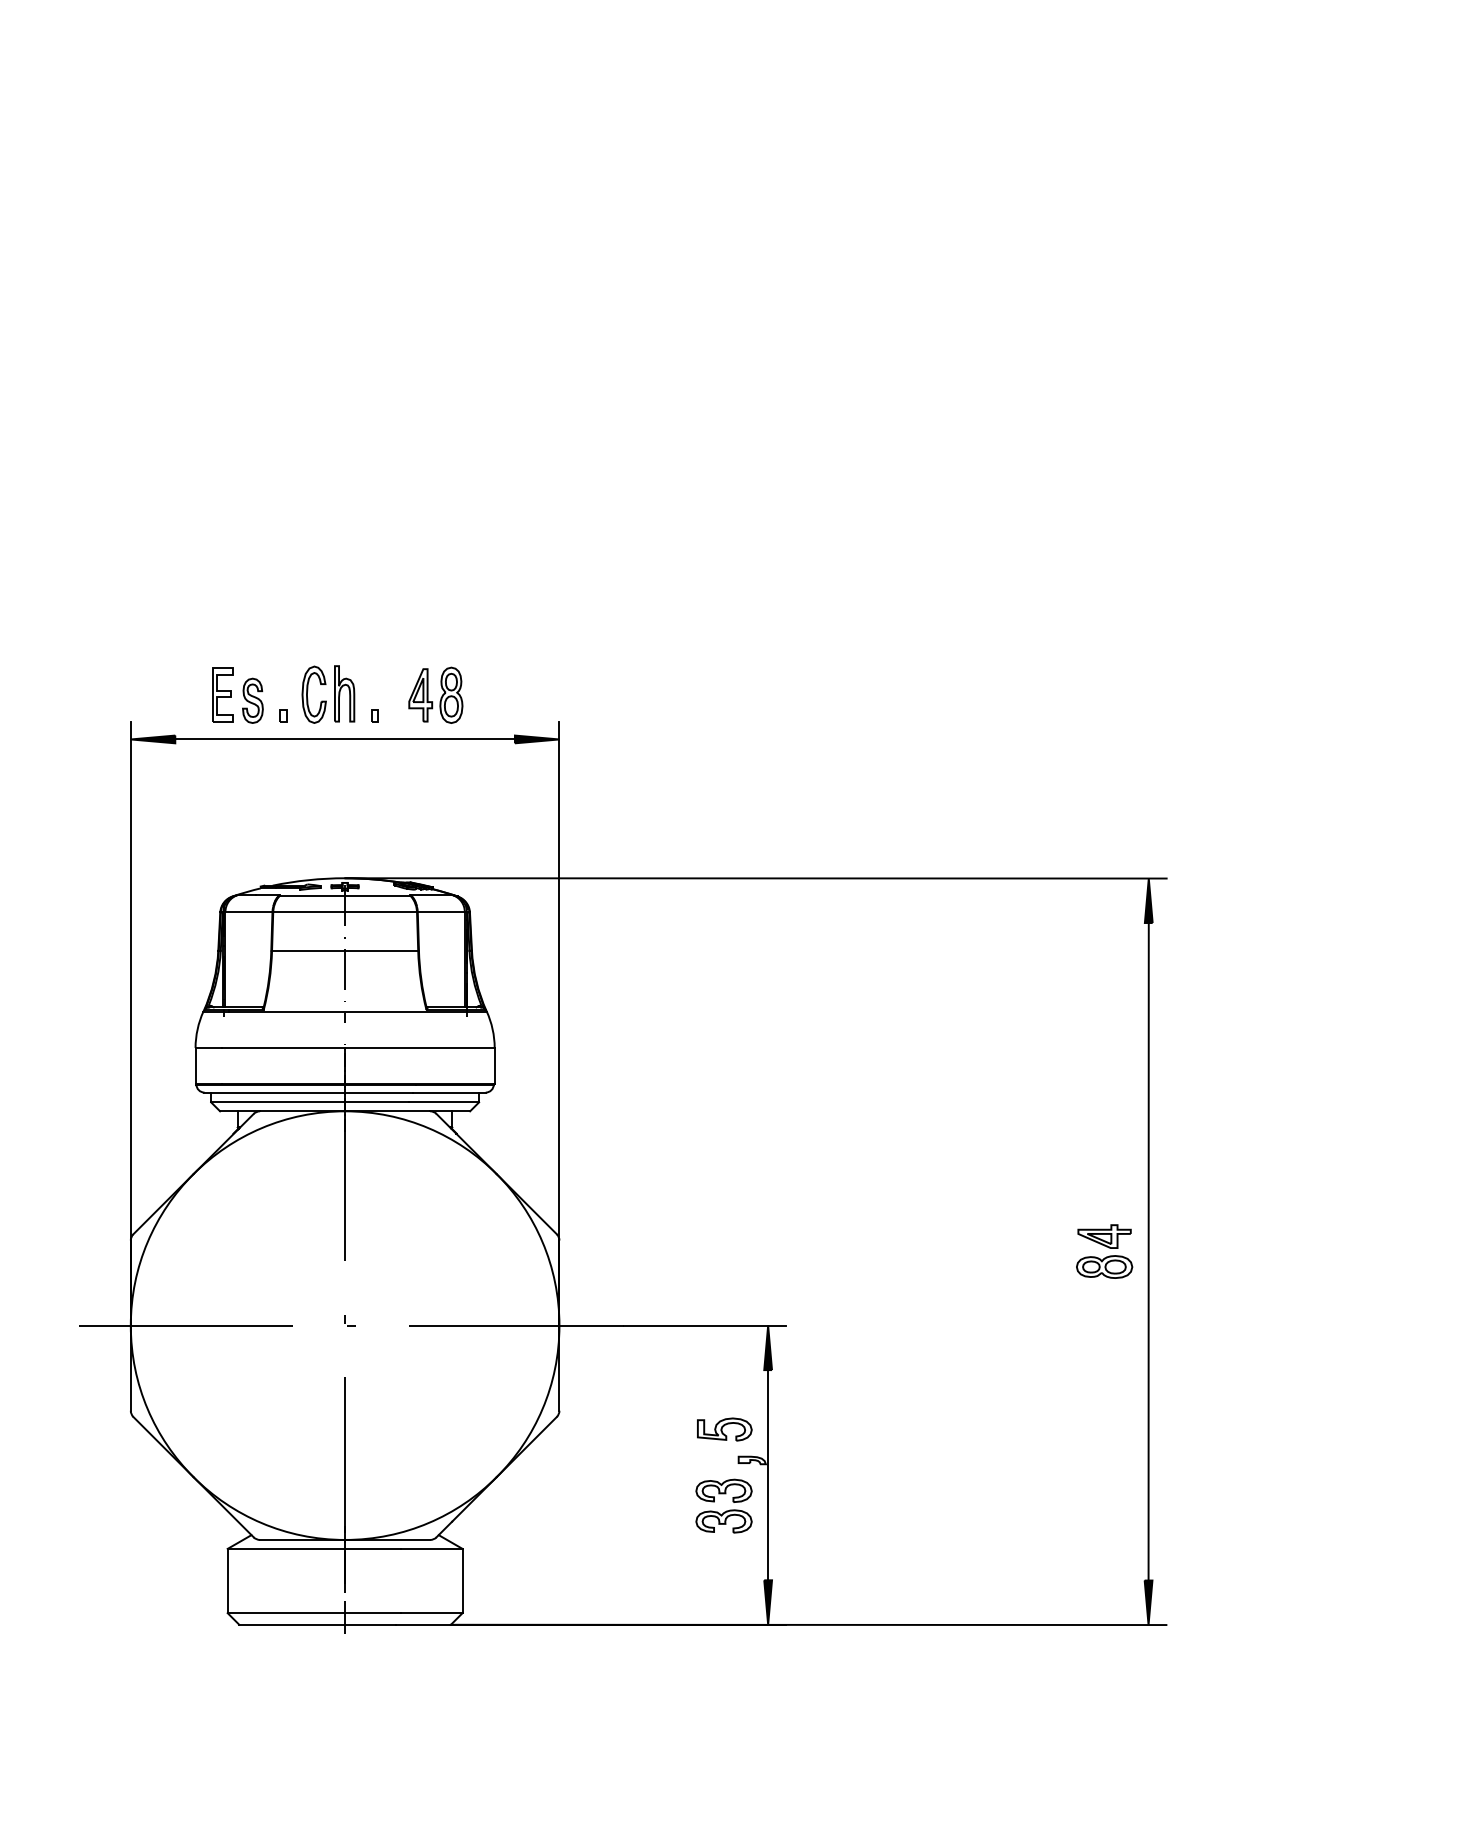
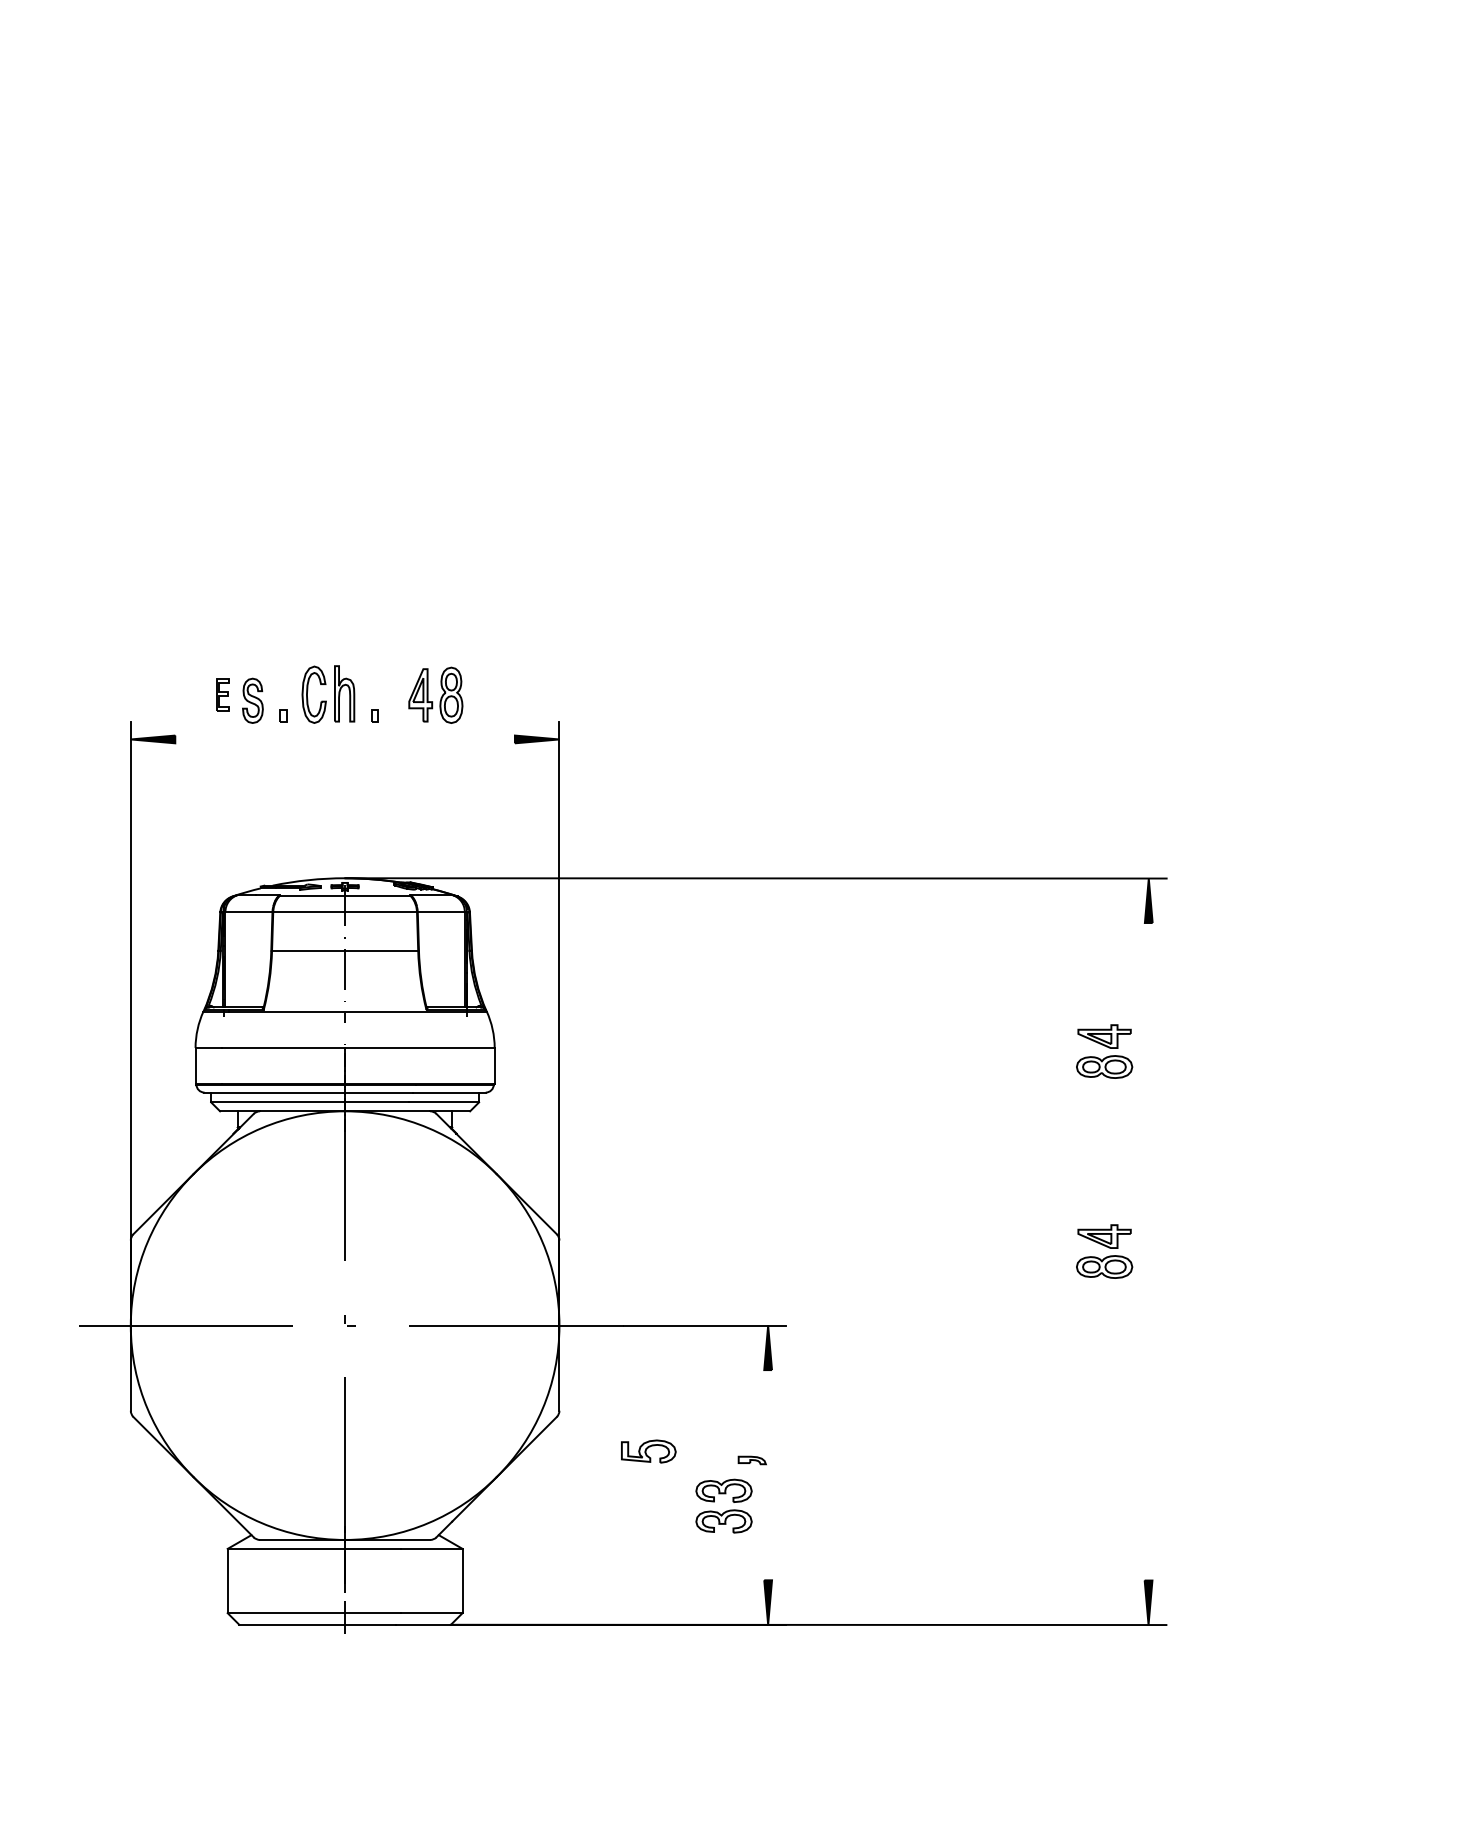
part at (222, 694) size: 22x56 px -> 14x34 px
line at (344, 739): present -> none
part at (1104, 1051): none -> present
line at (1148, 1251): present -> none
part at (724, 1429) position: (724, 1429) -> (648, 1451)
line at (768, 1475): present -> none
